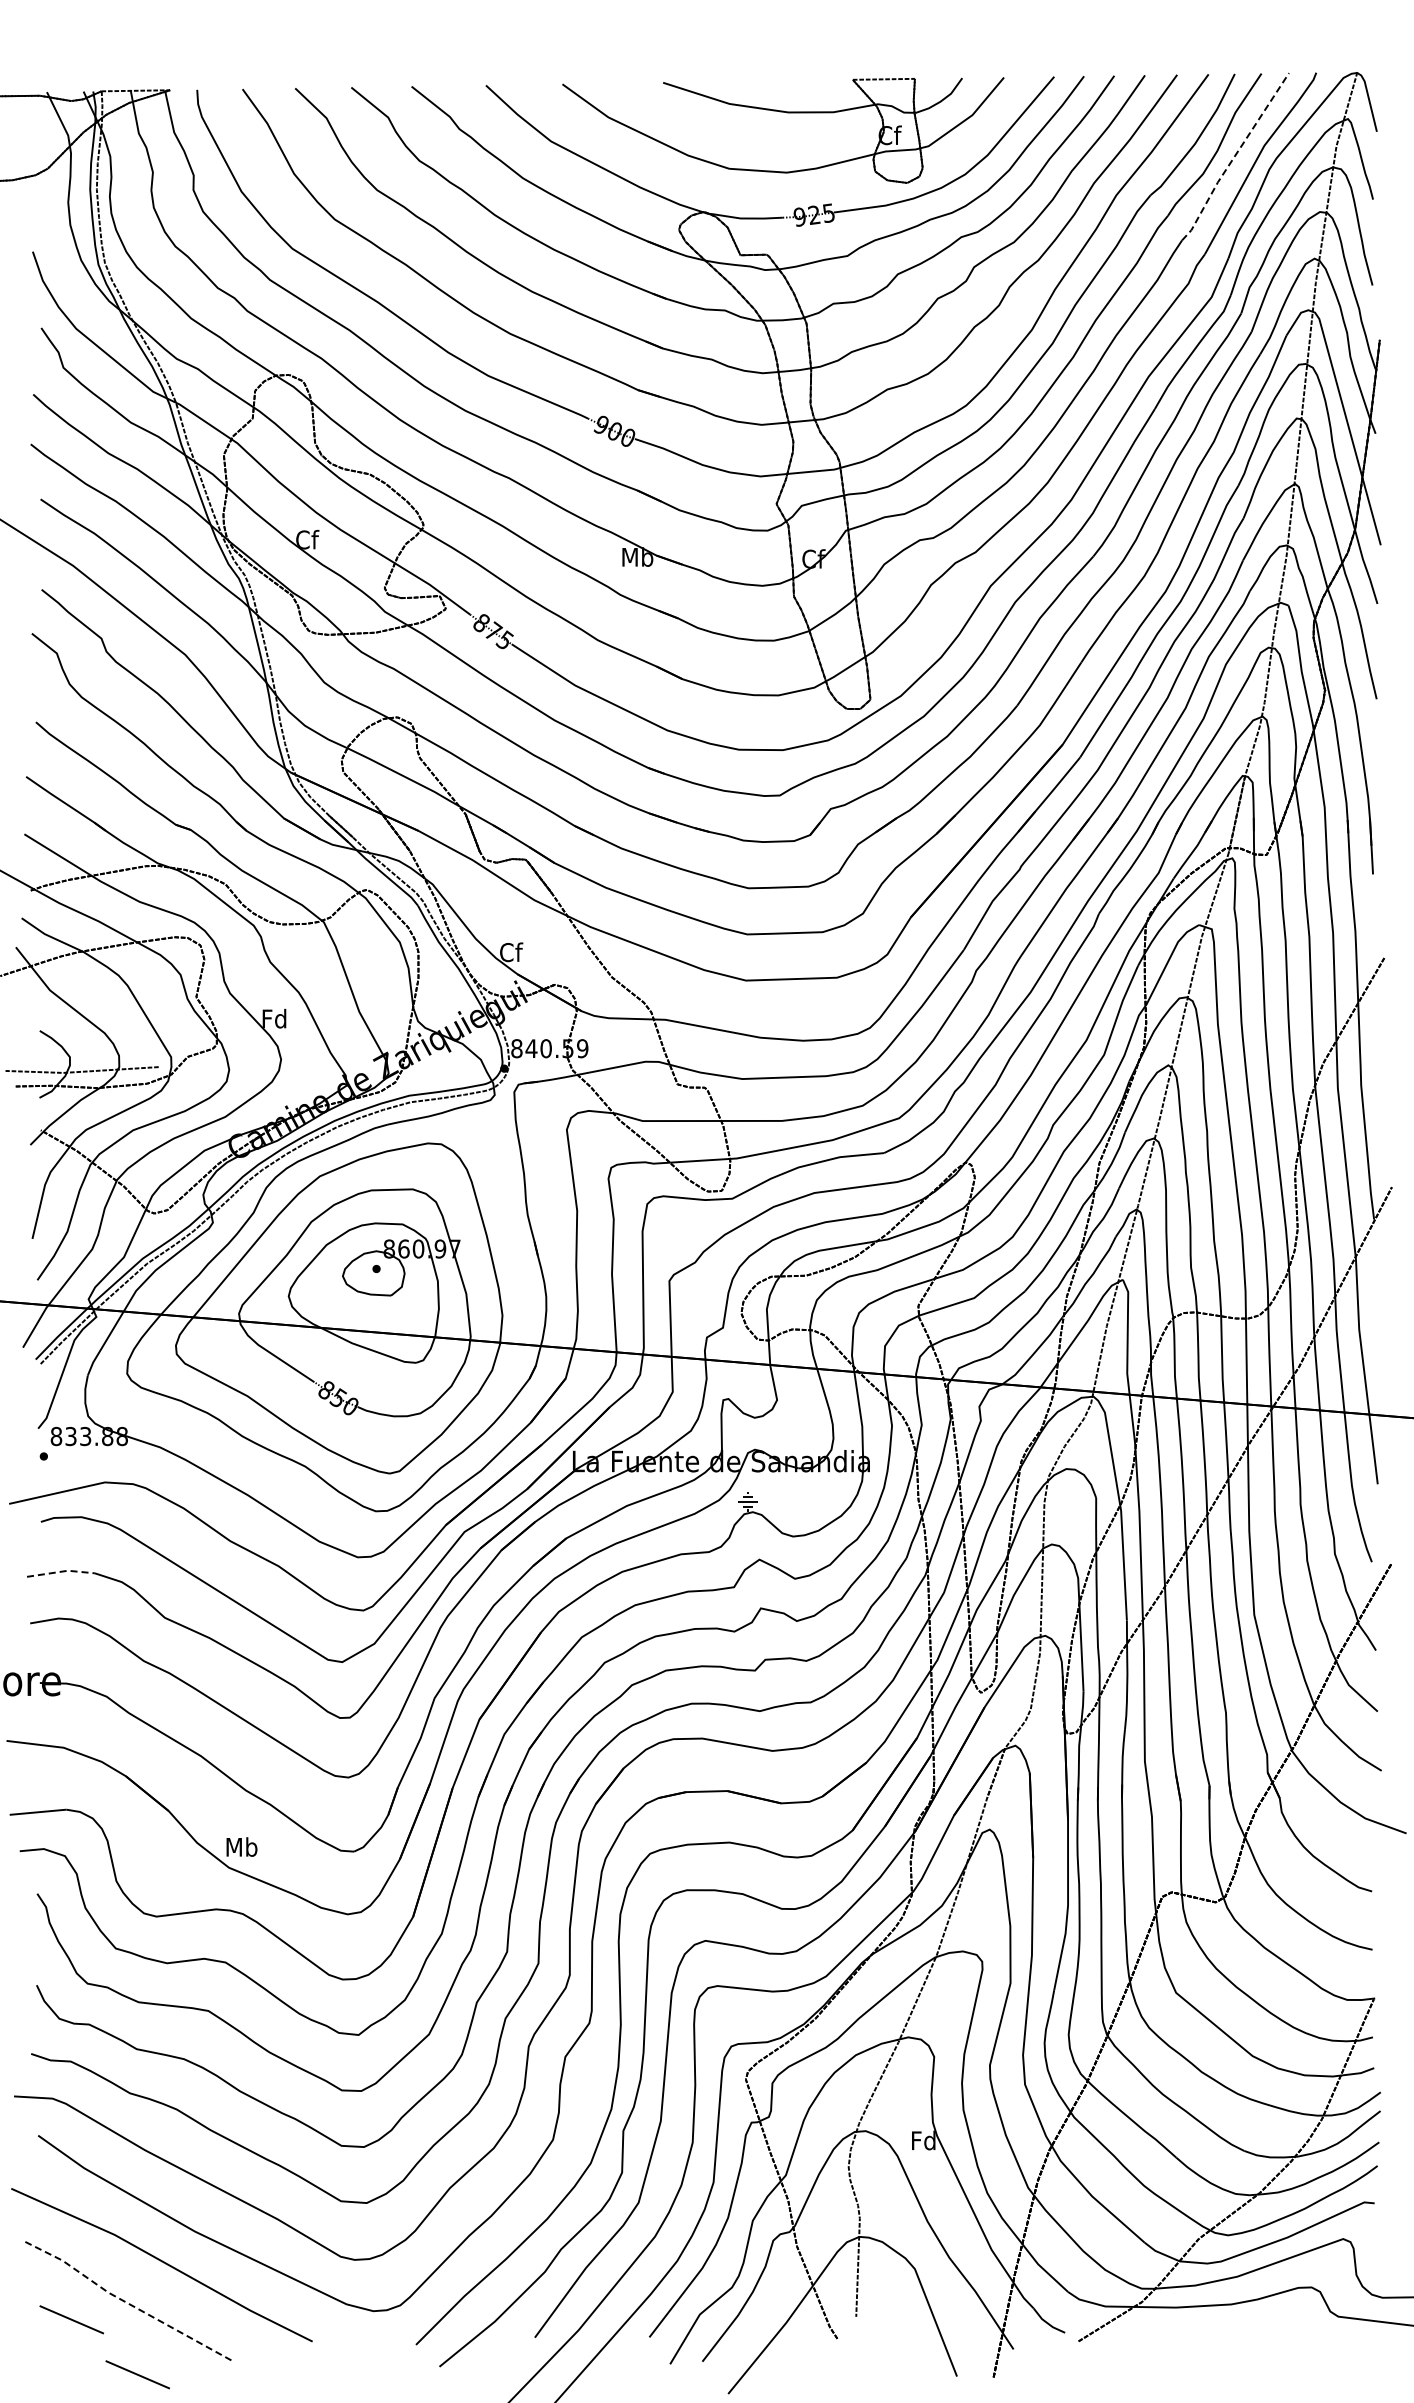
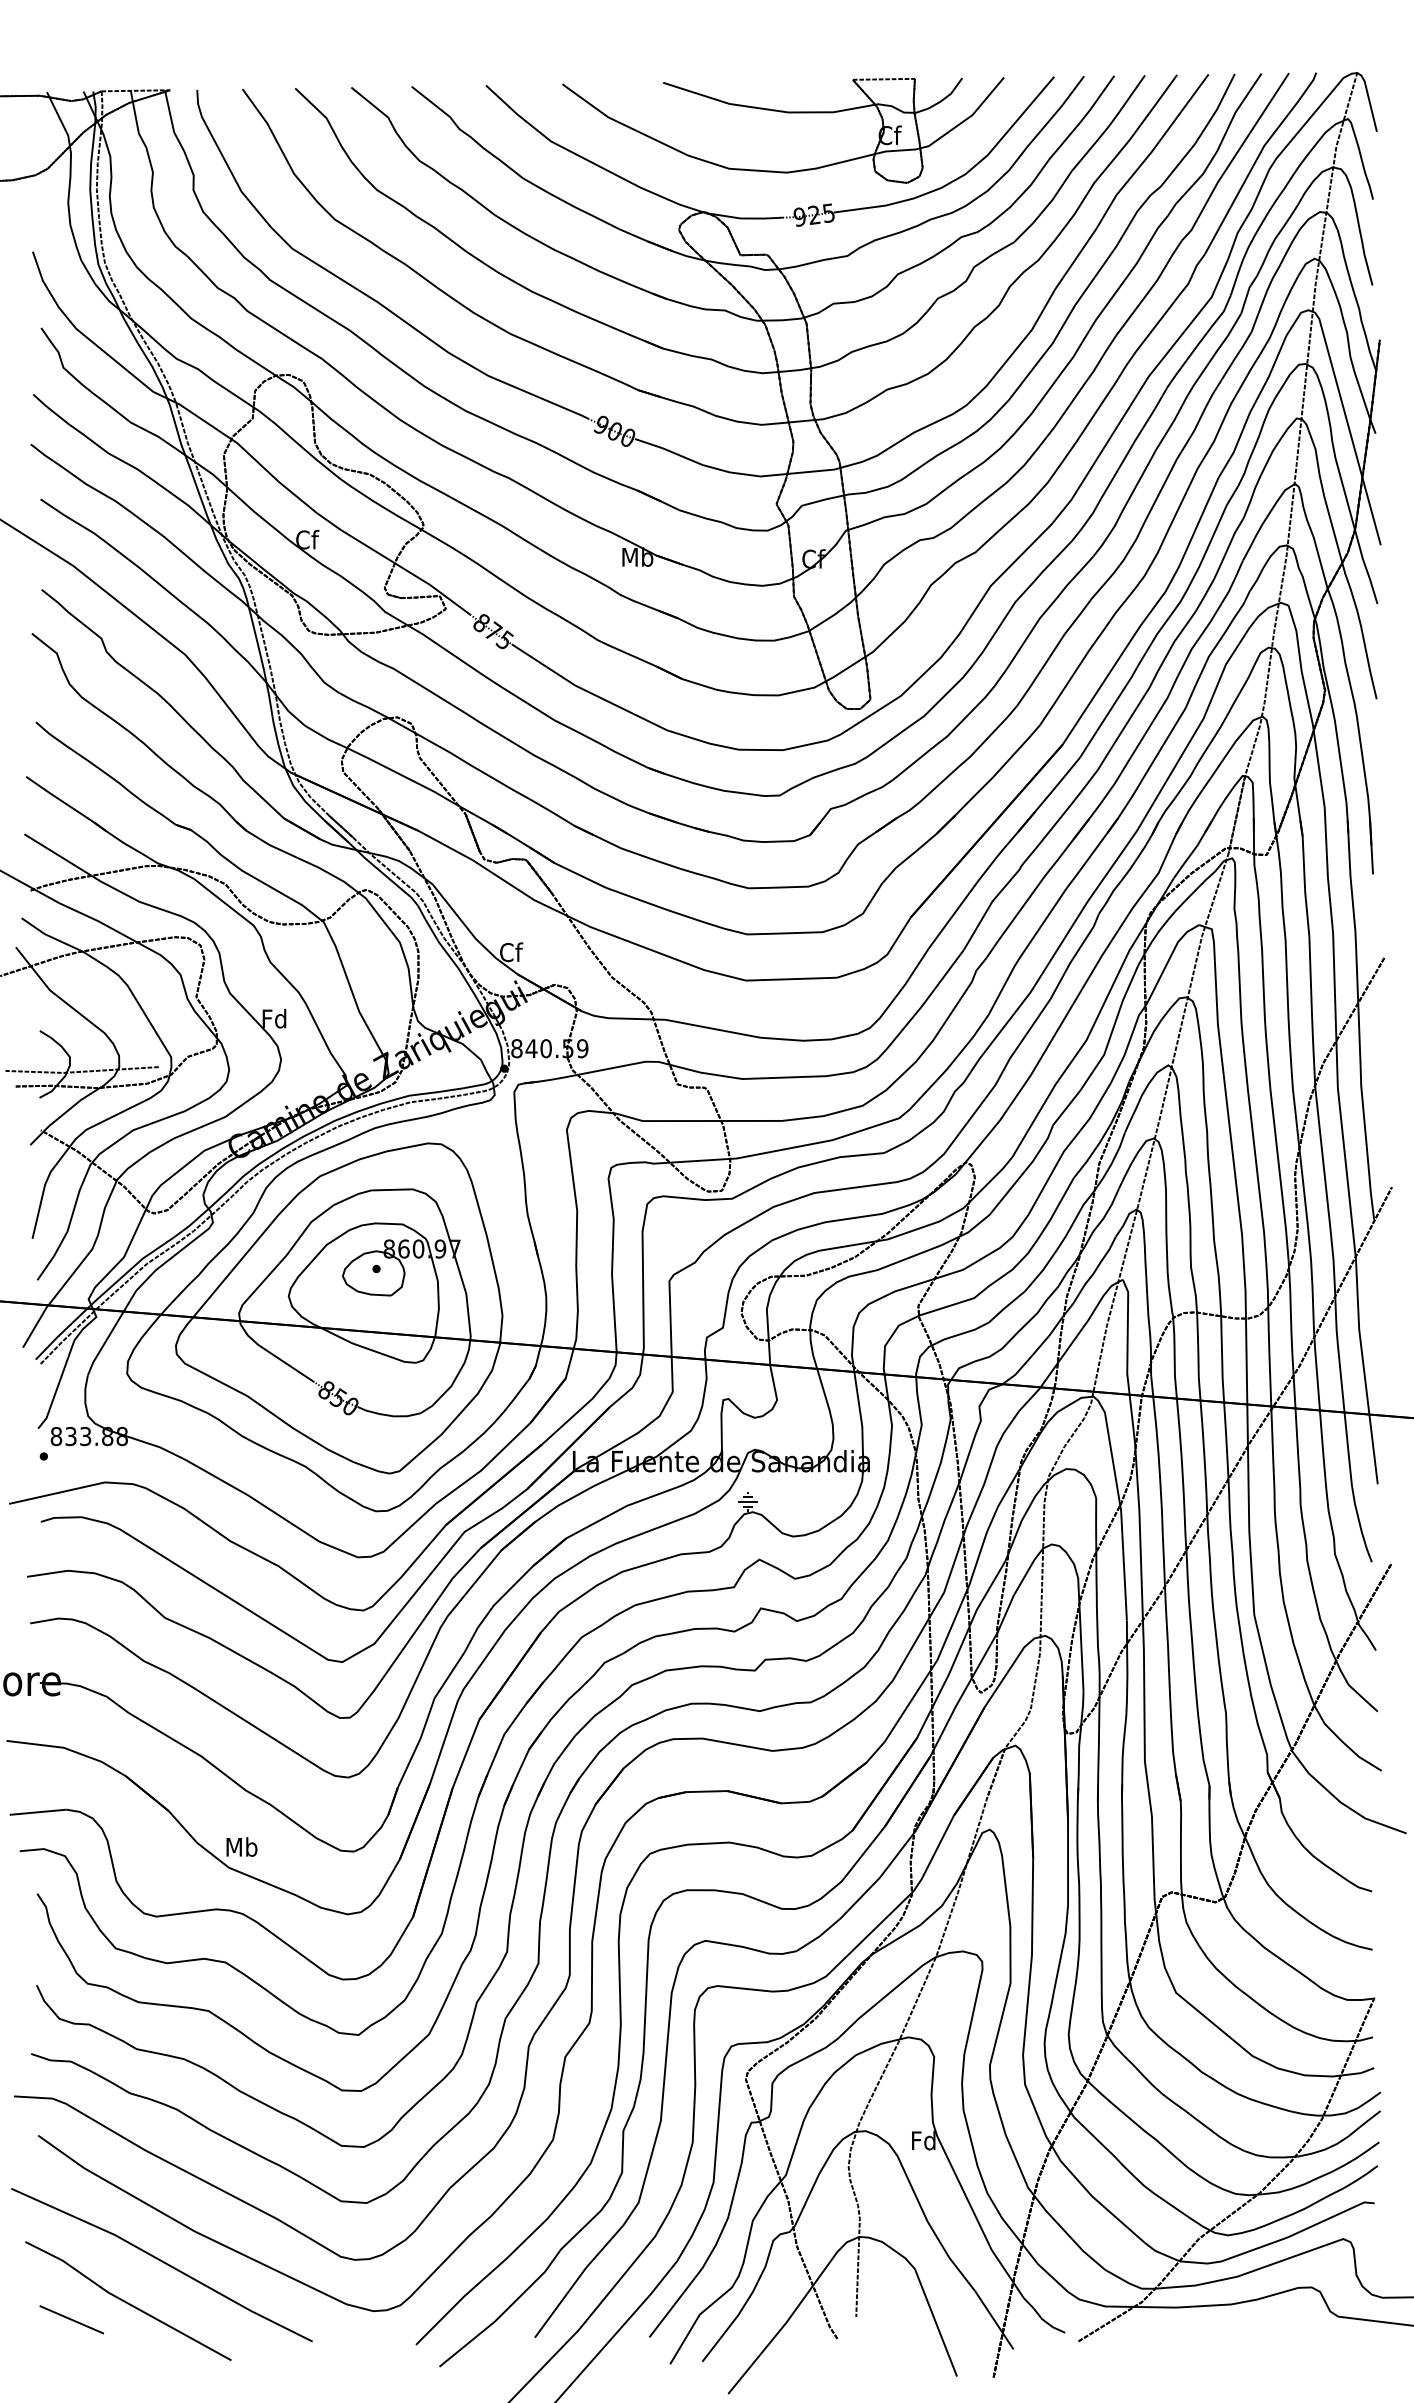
line at (1234, 157): dashed -> solid
line at (61, 1571): dashed -> solid
line at (126, 2302): dashed -> solid
line at (137, 2374): present -> none
